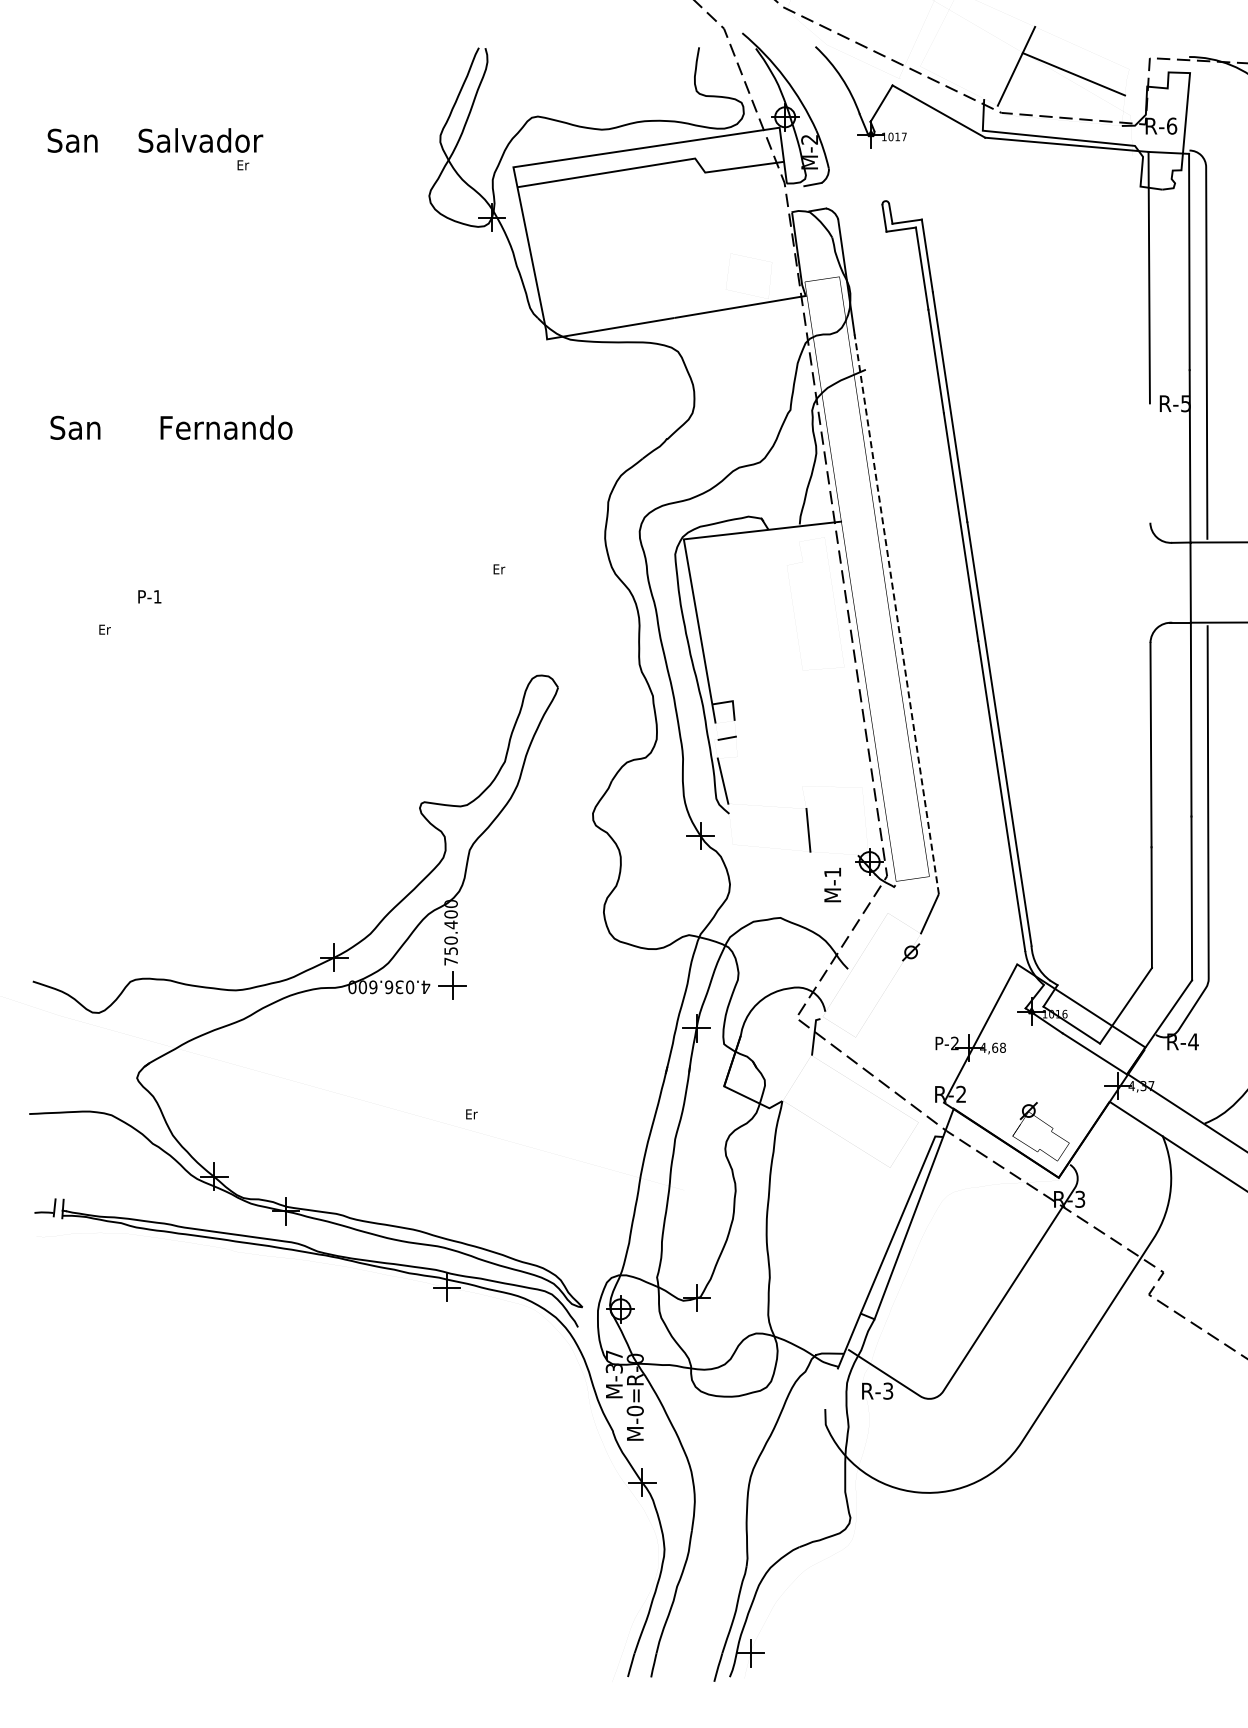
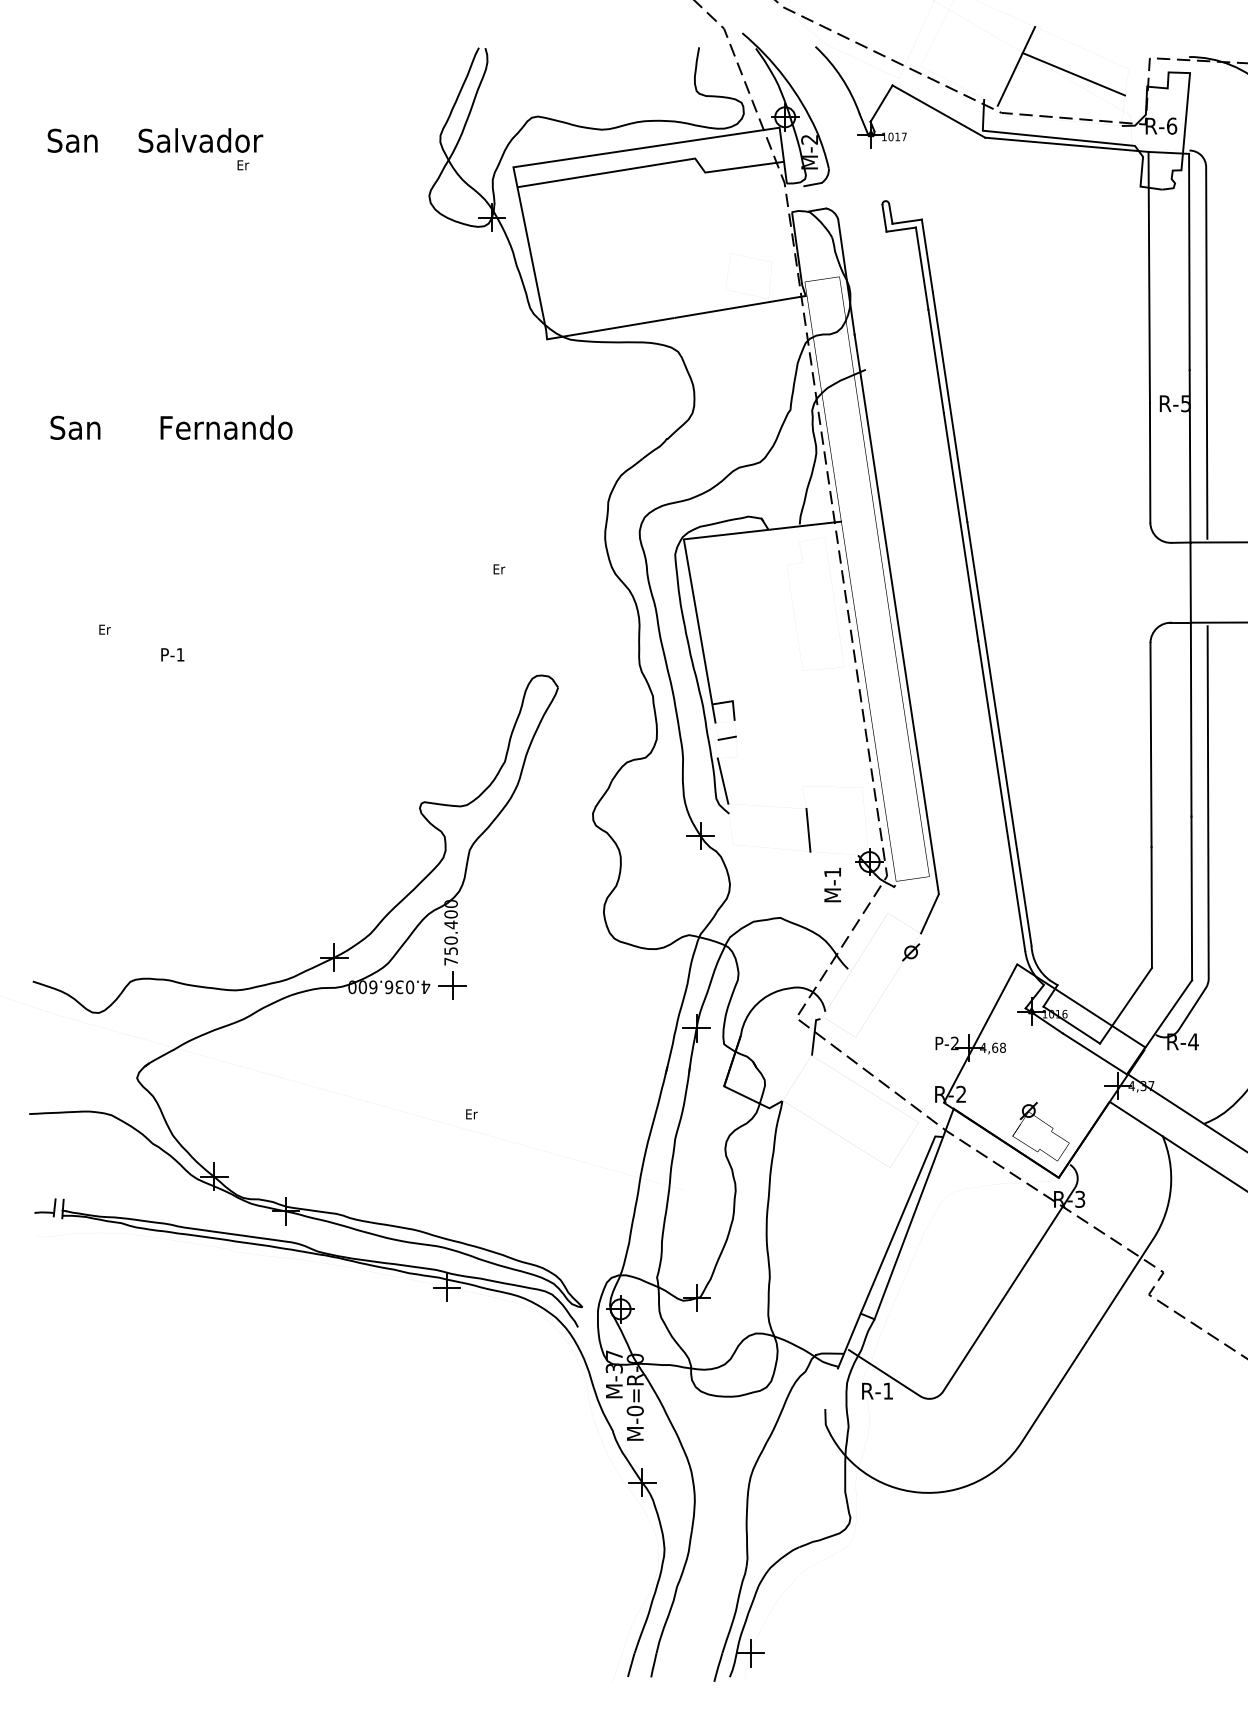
line at (1149, 462): none -> present
text at (149, 596) position: (149, 596) -> (172, 654)
line at (896, 614): dashed -> solid
text at (888, 1390): R-3 -> R-1
